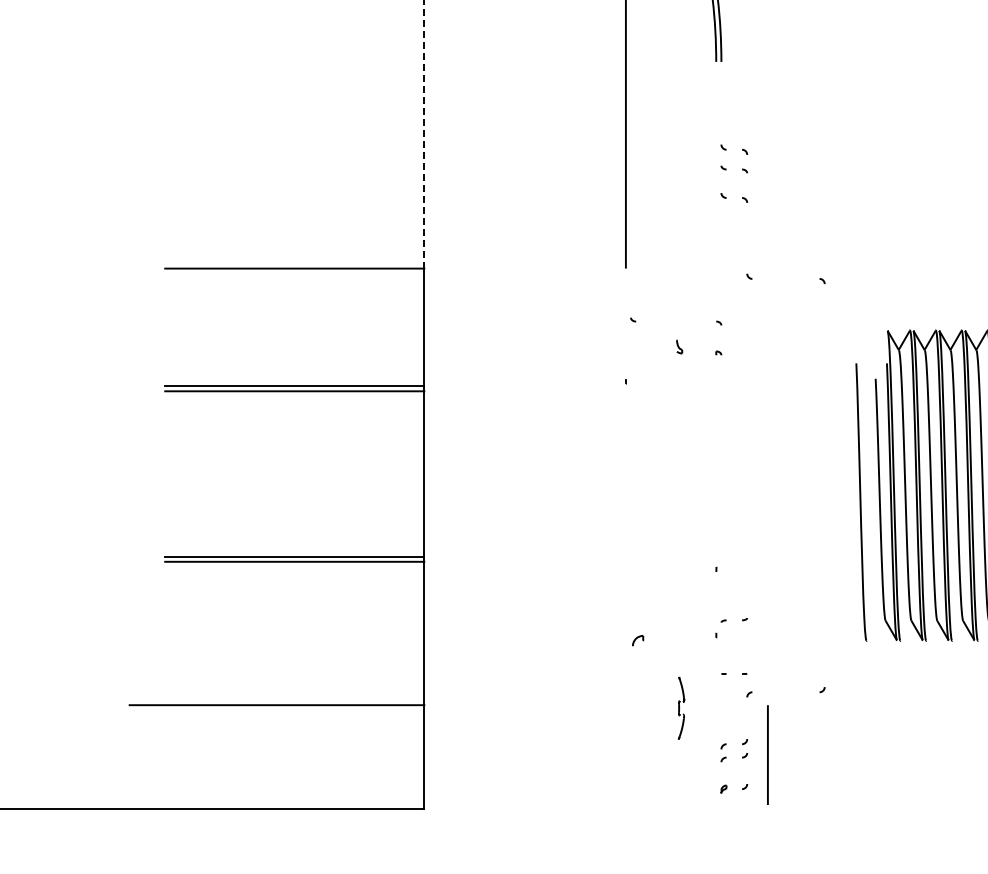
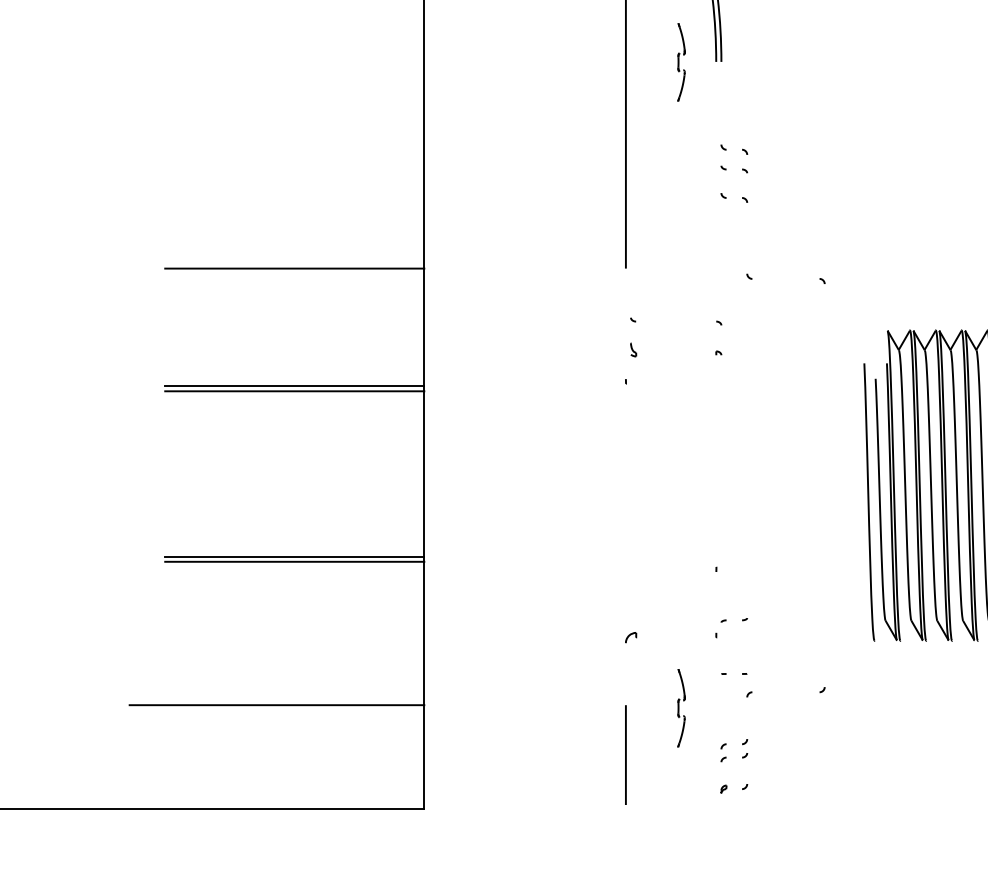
part at (681, 62): none -> present
line at (424, 133): dashed -> solid
part at (679, 346) position: (679, 346) -> (633, 349)
curve at (861, 502) position: (861, 502) -> (869, 502)
part at (638, 640) position: (638, 640) -> (631, 637)
part at (681, 707) size: 9x64 px -> 9x79 px
line at (767, 754) position: (767, 754) -> (625, 754)
